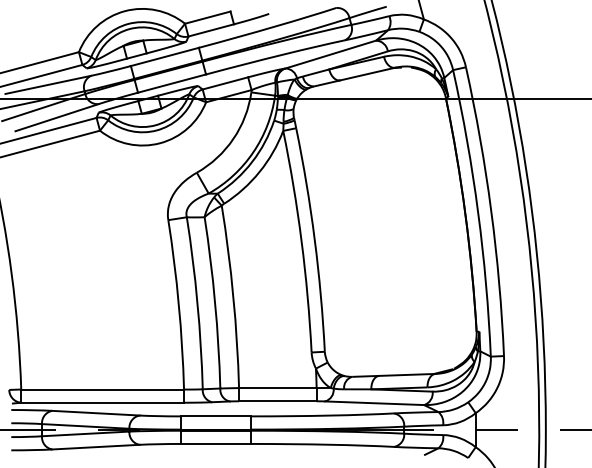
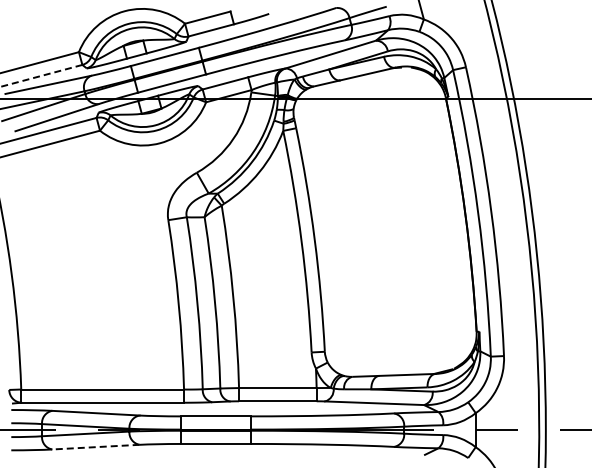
line at (40, 76): solid -> dashed
line at (95, 447): solid -> dashed
